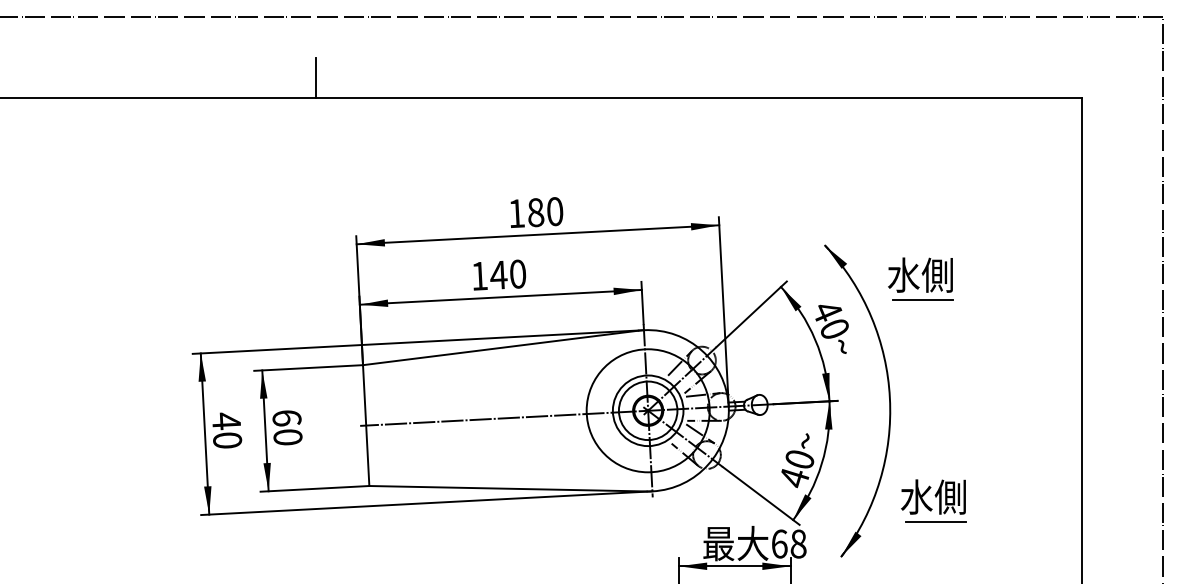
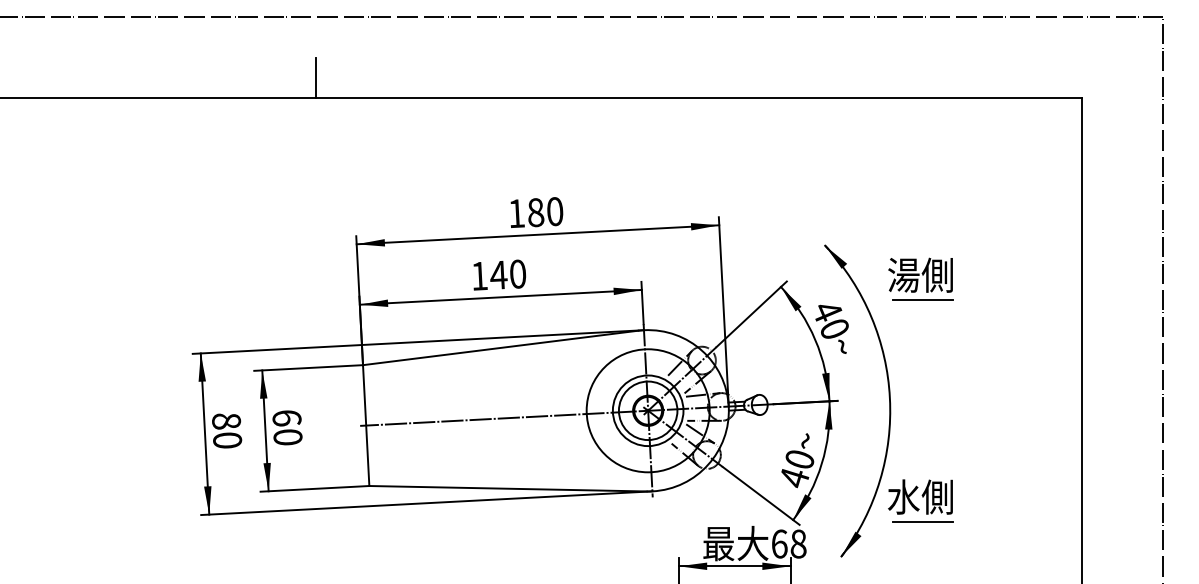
text at (903, 274): 水側 -> 湯側
text at (226, 421): 40 -> 80
part at (933, 500) position: (933, 500) -> (920, 500)
